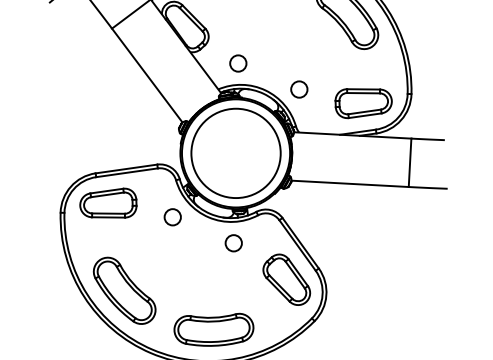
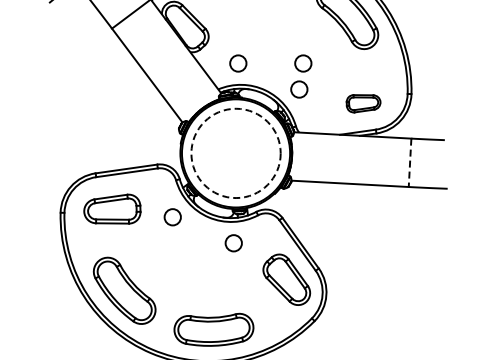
circle at (303, 63): none -> present
part at (363, 103) size: 59x32 px -> 37x20 px
circle at (235, 153): solid -> dashed
line at (410, 163): solid -> dashed
part at (108, 202) position: (108, 202) -> (112, 208)
